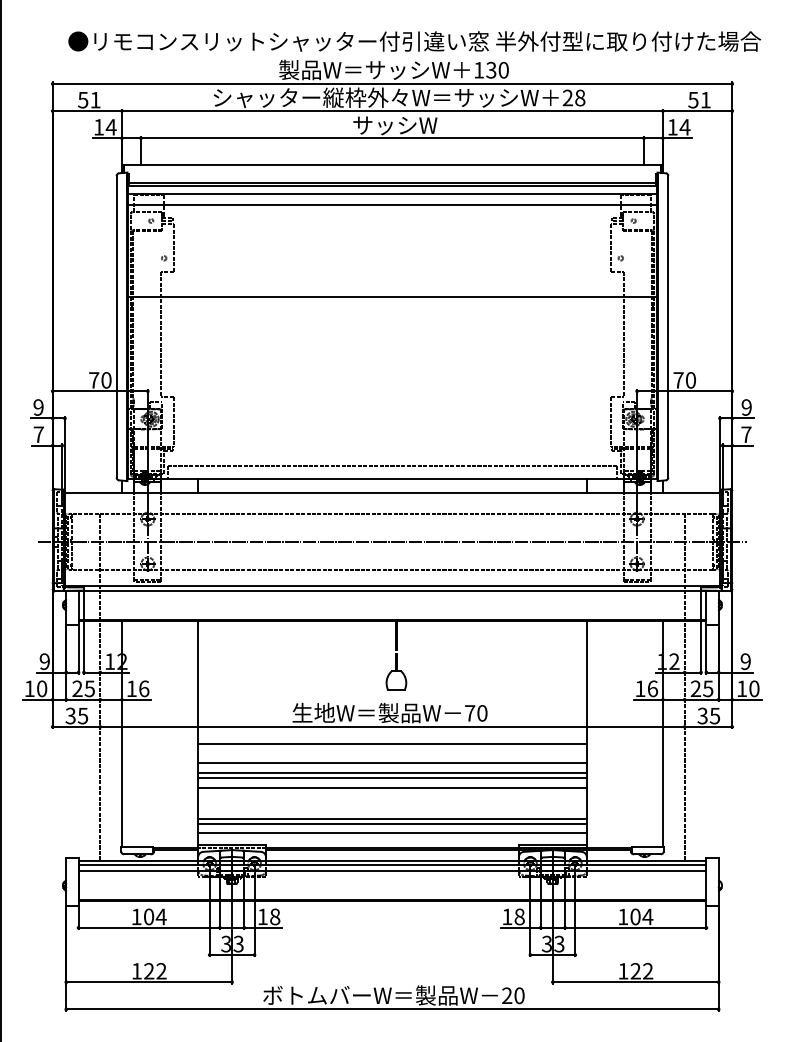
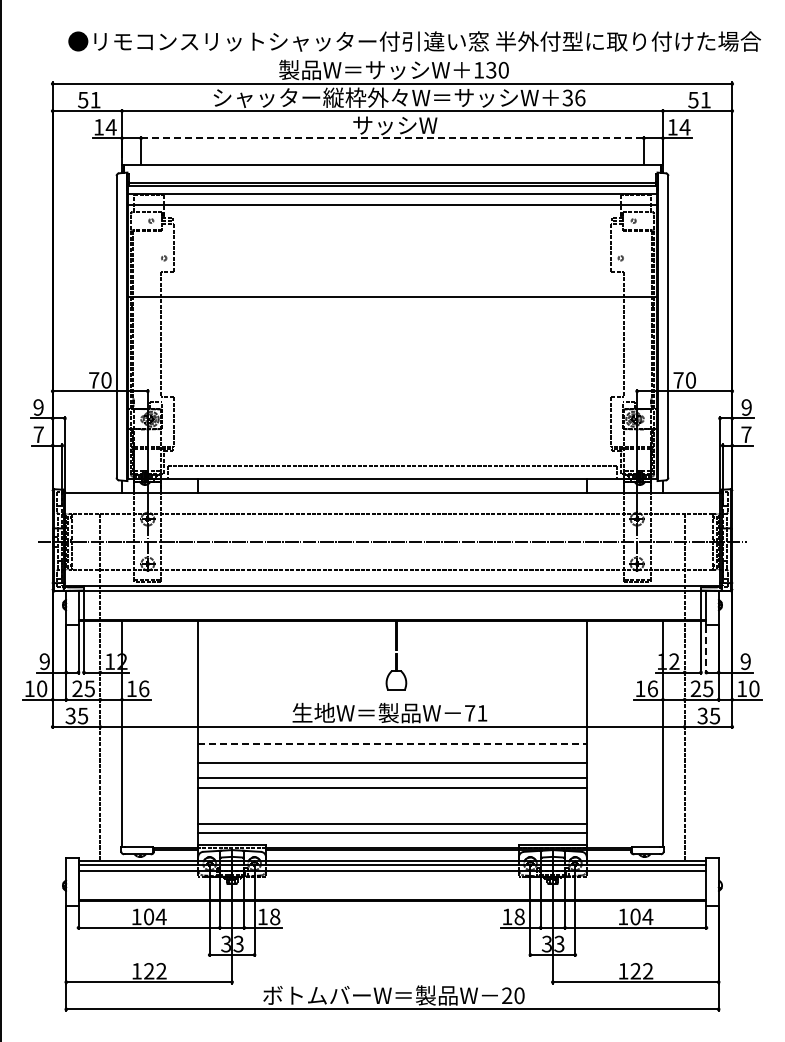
text at (573, 97): 28 -> 36
line at (392, 138): solid -> dashed
line at (706, 650): solid -> dashed
text at (482, 713): 70 -> 71
line at (392, 744): solid -> dashed
line at (392, 773): present -> none
line at (392, 819): present -> none
